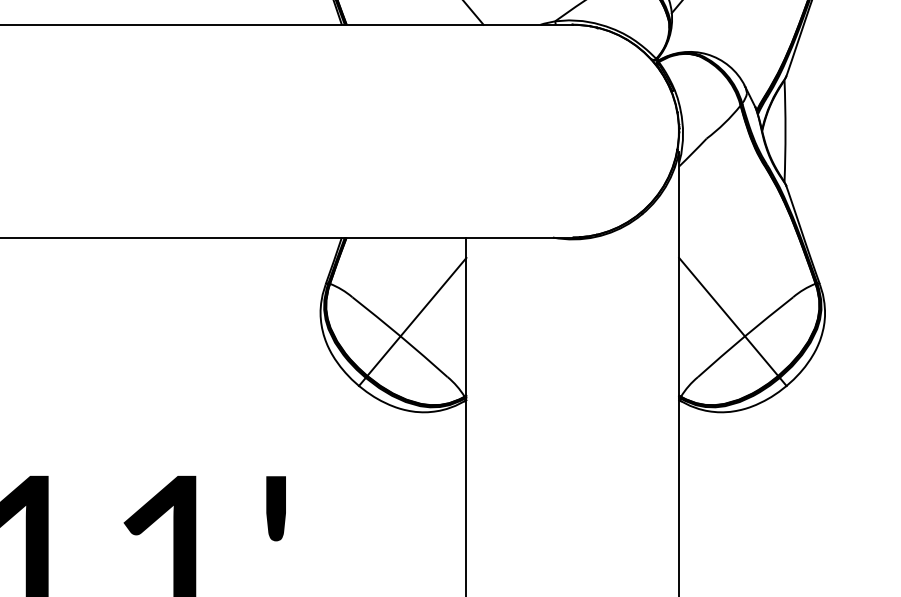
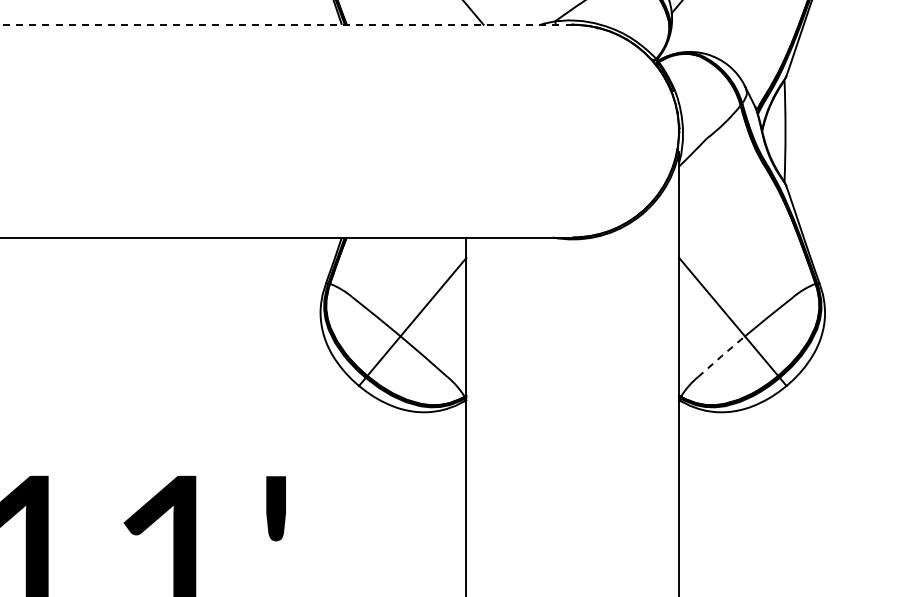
line at (286, 24): solid -> dashed
line at (721, 356): solid -> dashed
